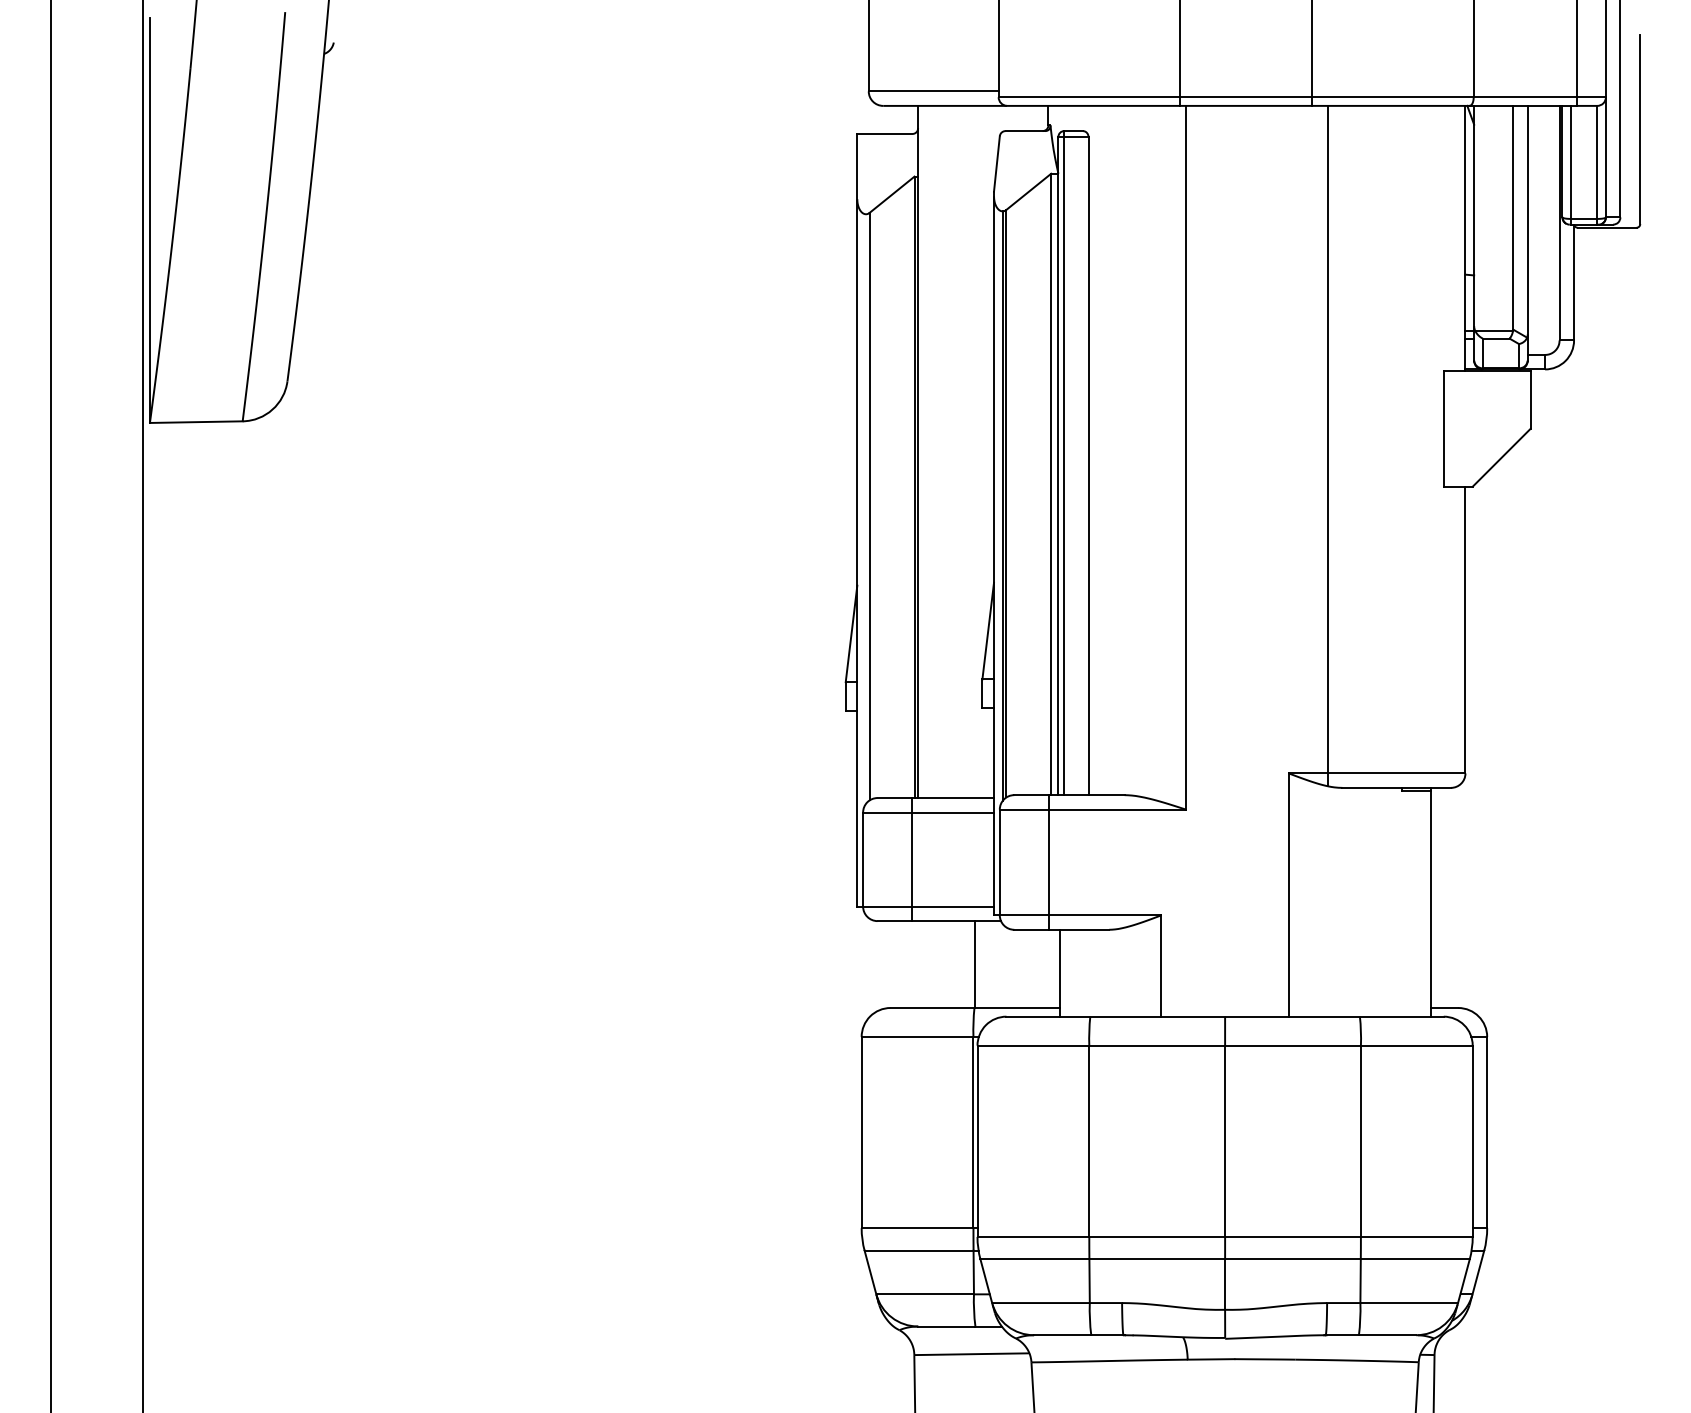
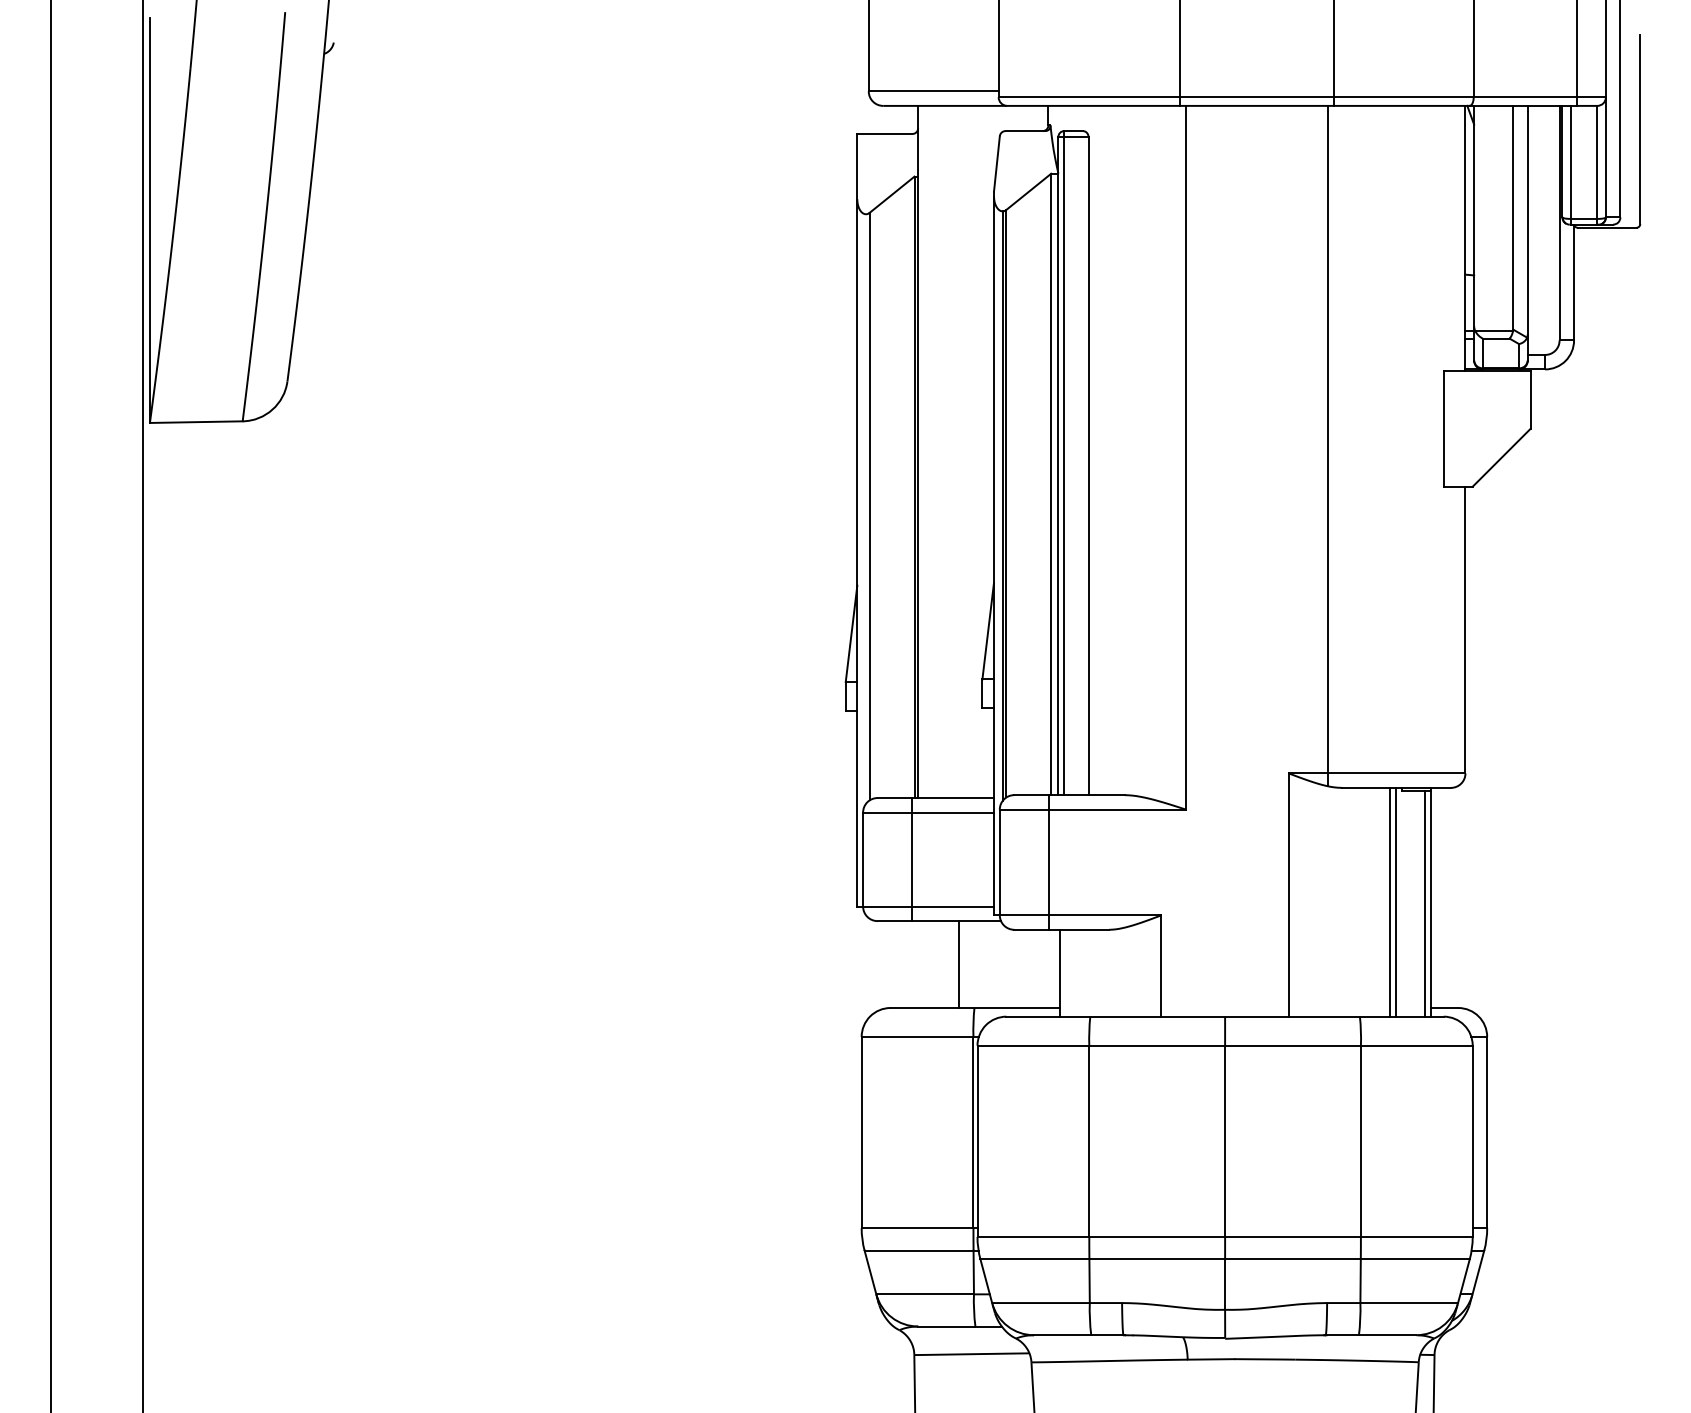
line at (1312, 53) position: (1312, 53) -> (1334, 53)
line at (1390, 901): none -> present
line at (1395, 901): none -> present
line at (1424, 903): none -> present
line at (974, 964) position: (974, 964) -> (958, 964)
